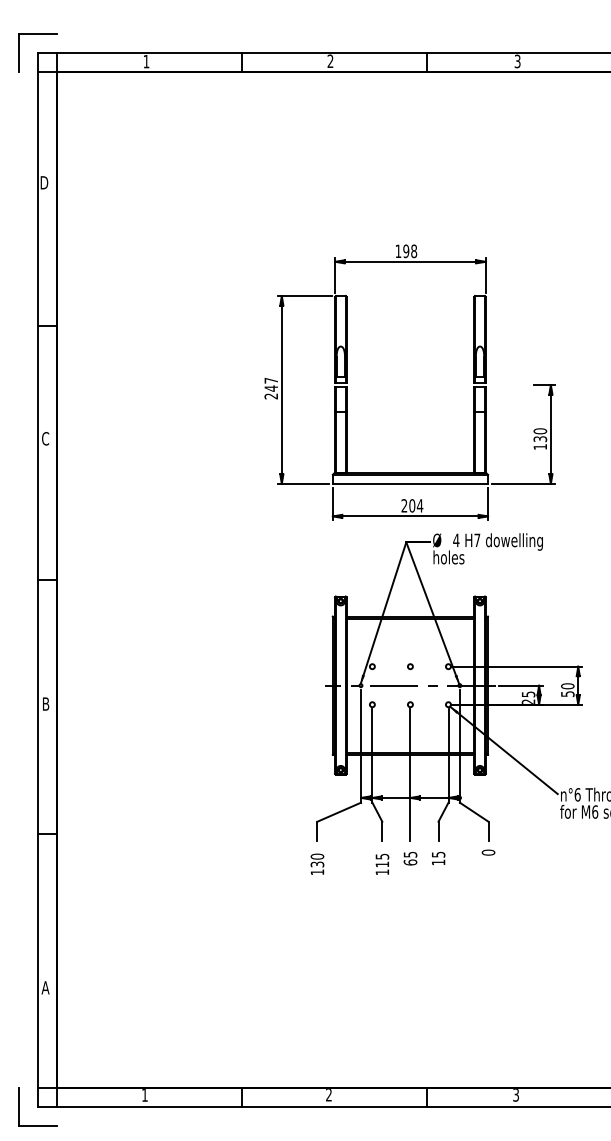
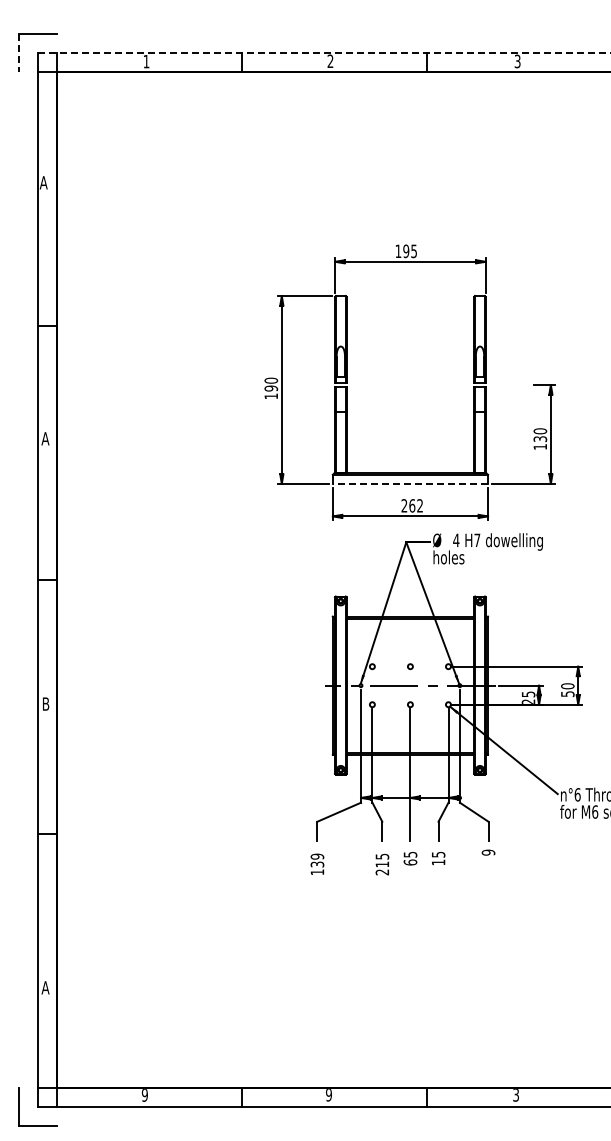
line at (18, 53): solid -> dashed
line at (324, 53): solid -> dashed
text at (43, 182): D -> A
text at (414, 251): 198 -> 195
text at (271, 388): 247 -> 190
text at (45, 438): C -> A
line at (410, 483): solid -> dashed
text at (416, 505): 204 -> 262
text at (488, 852): 0 -> 9
text at (317, 856): 130 -> 139
text at (381, 872): 115 -> 215
text at (144, 1095): 1 -> 9
text at (328, 1095): 2 -> 9
